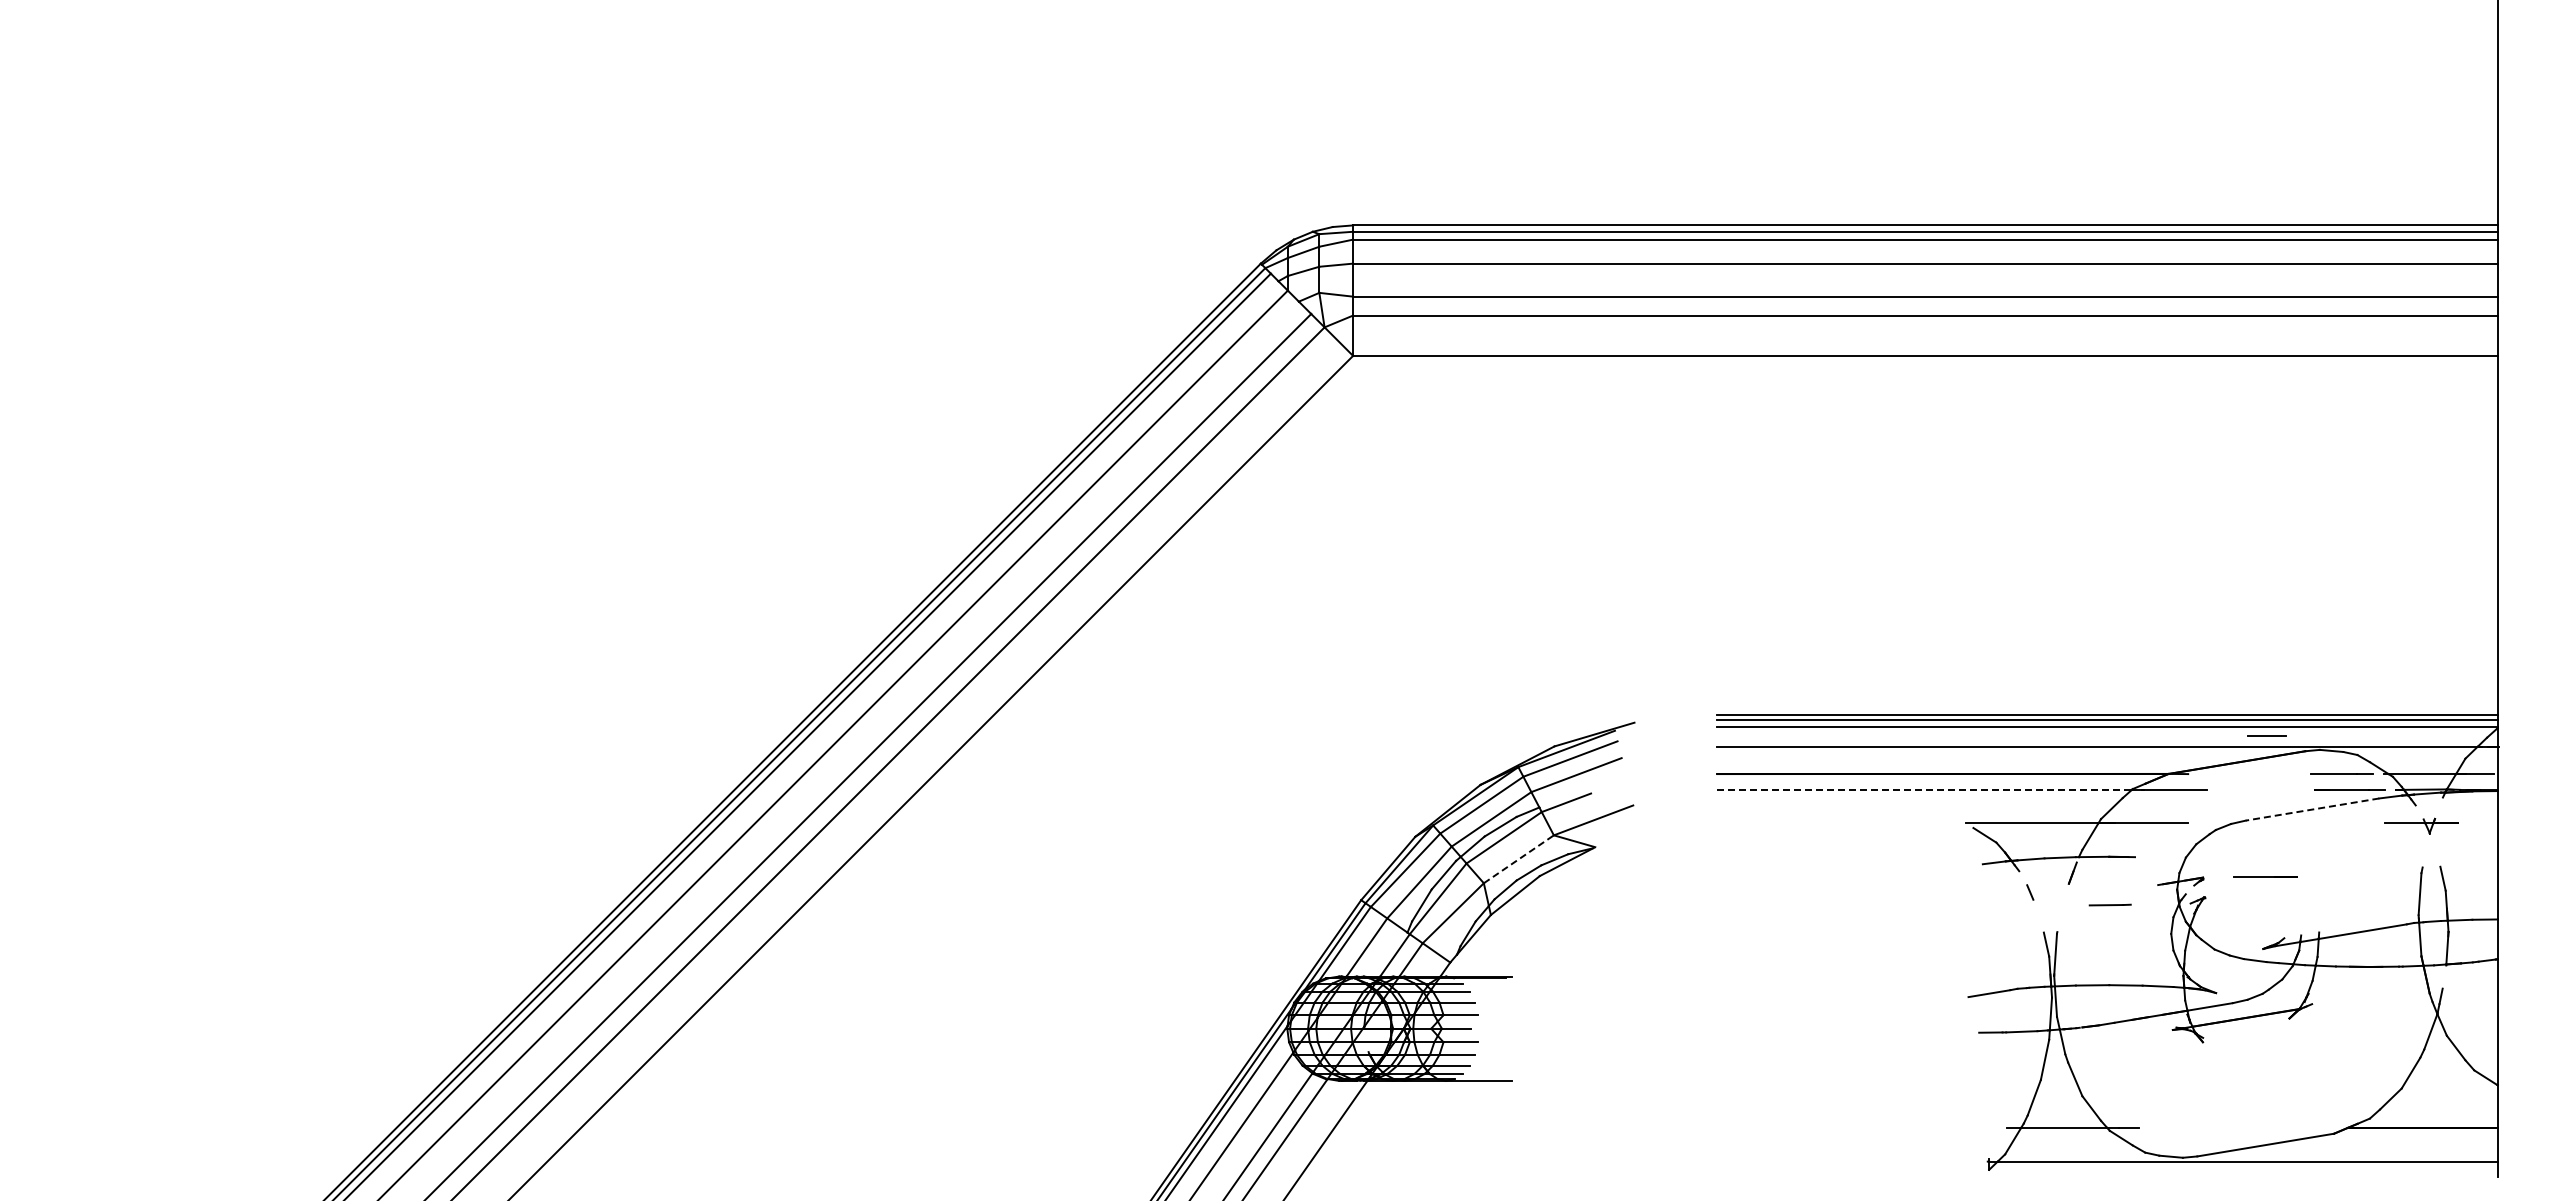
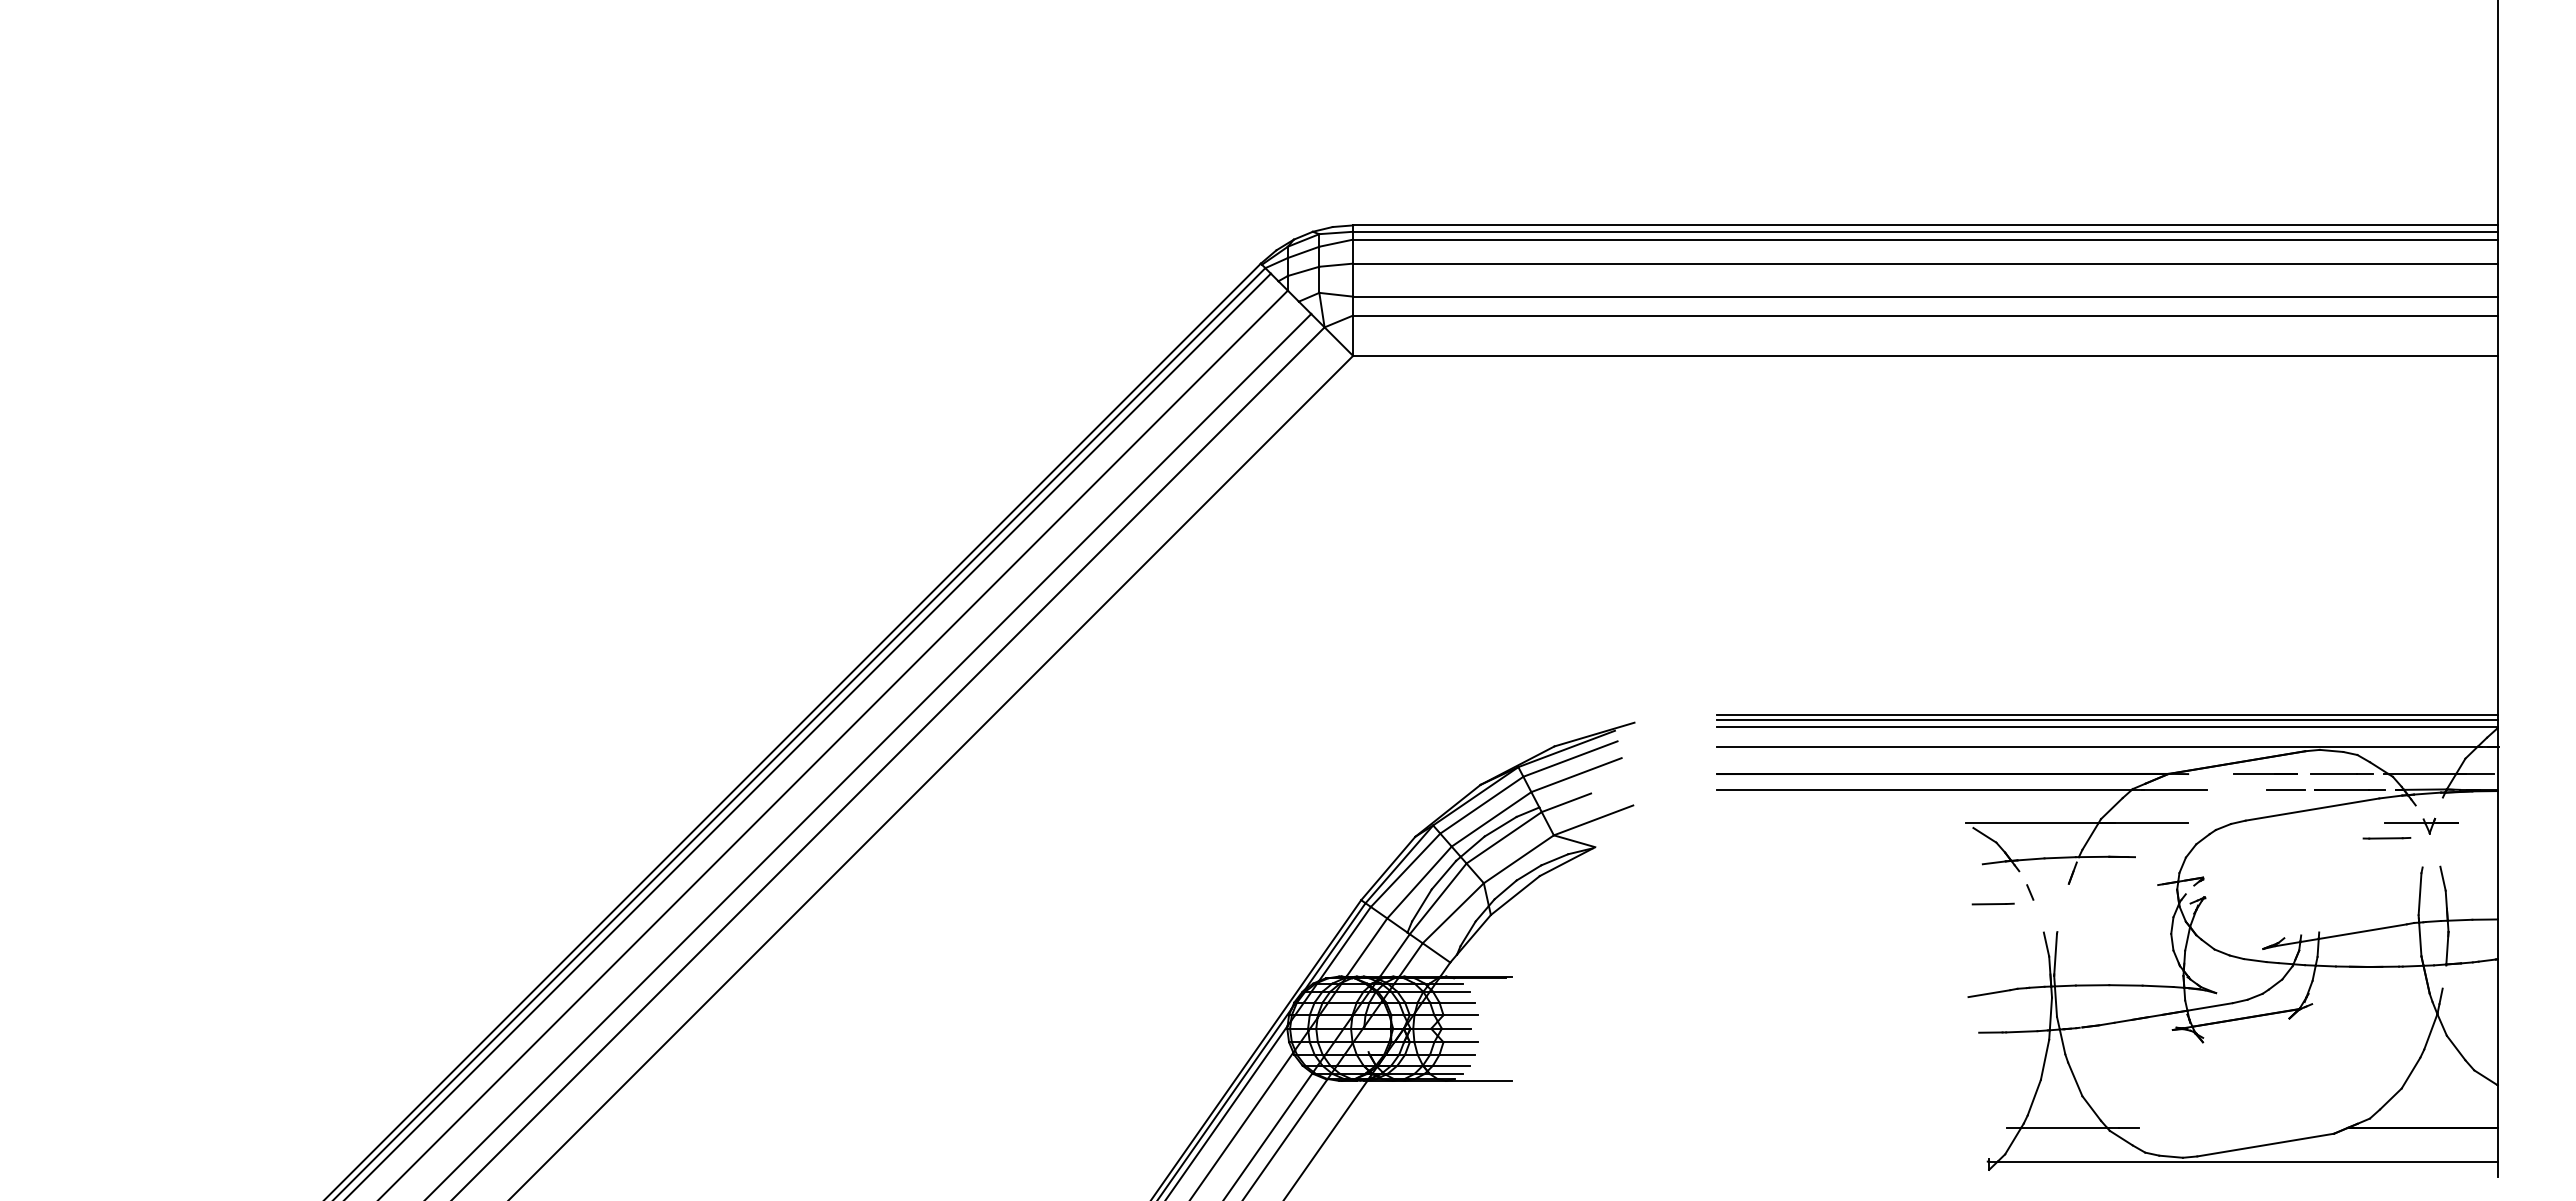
line at (2266, 735) position: (2266, 735) -> (2285, 789)
line at (1925, 789): dashed -> solid
line at (2312, 809): dashed -> solid
line at (2386, 838): none -> present
line at (1519, 859): dashed -> solid
line at (2265, 876) position: (2265, 876) -> (2265, 773)
line at (2109, 904) position: (2109, 904) -> (1992, 903)
